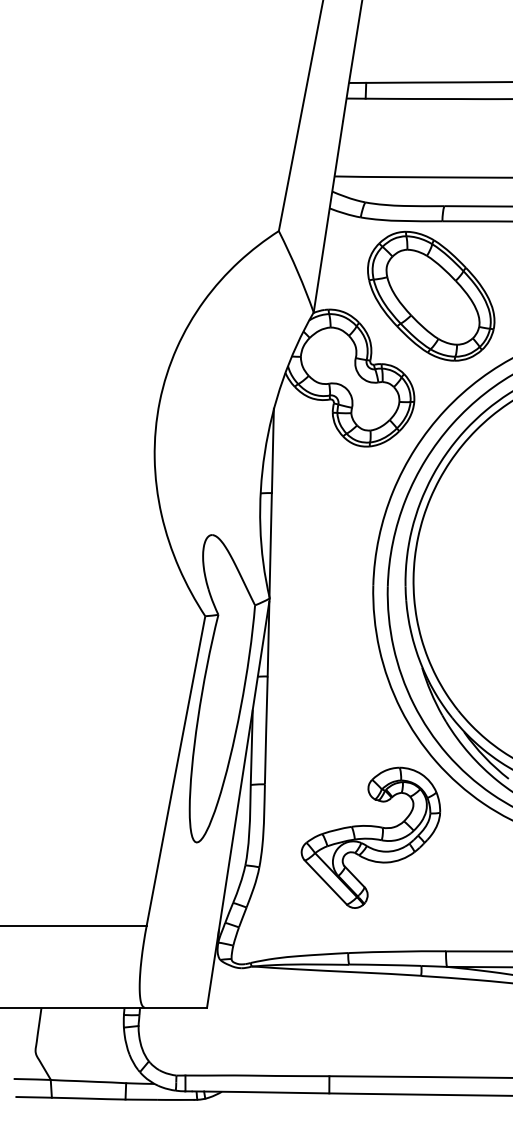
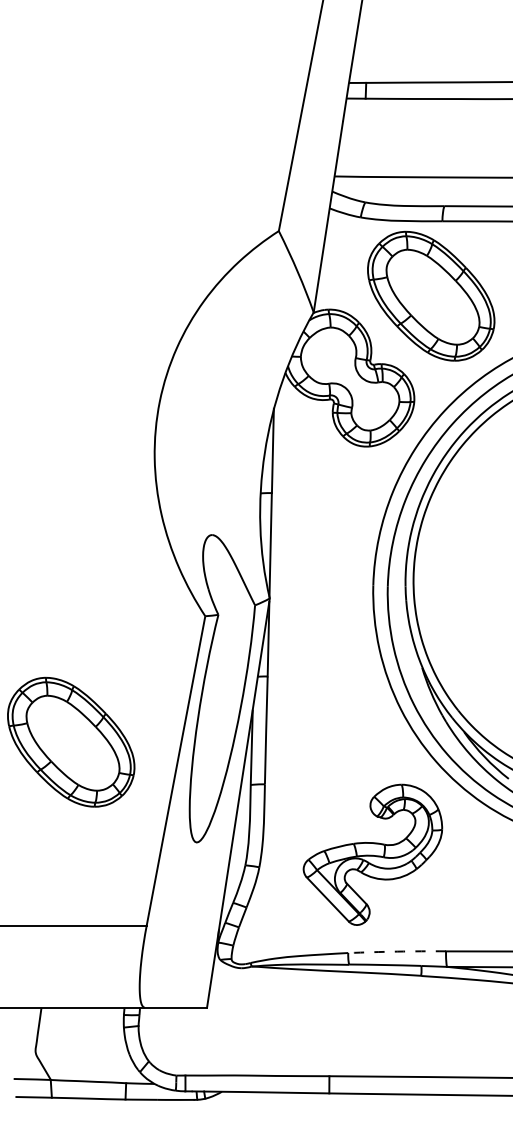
part at (71, 741): none -> present
part at (370, 837) position: (370, 837) -> (372, 854)
arc at (397, 951): solid -> dashed
